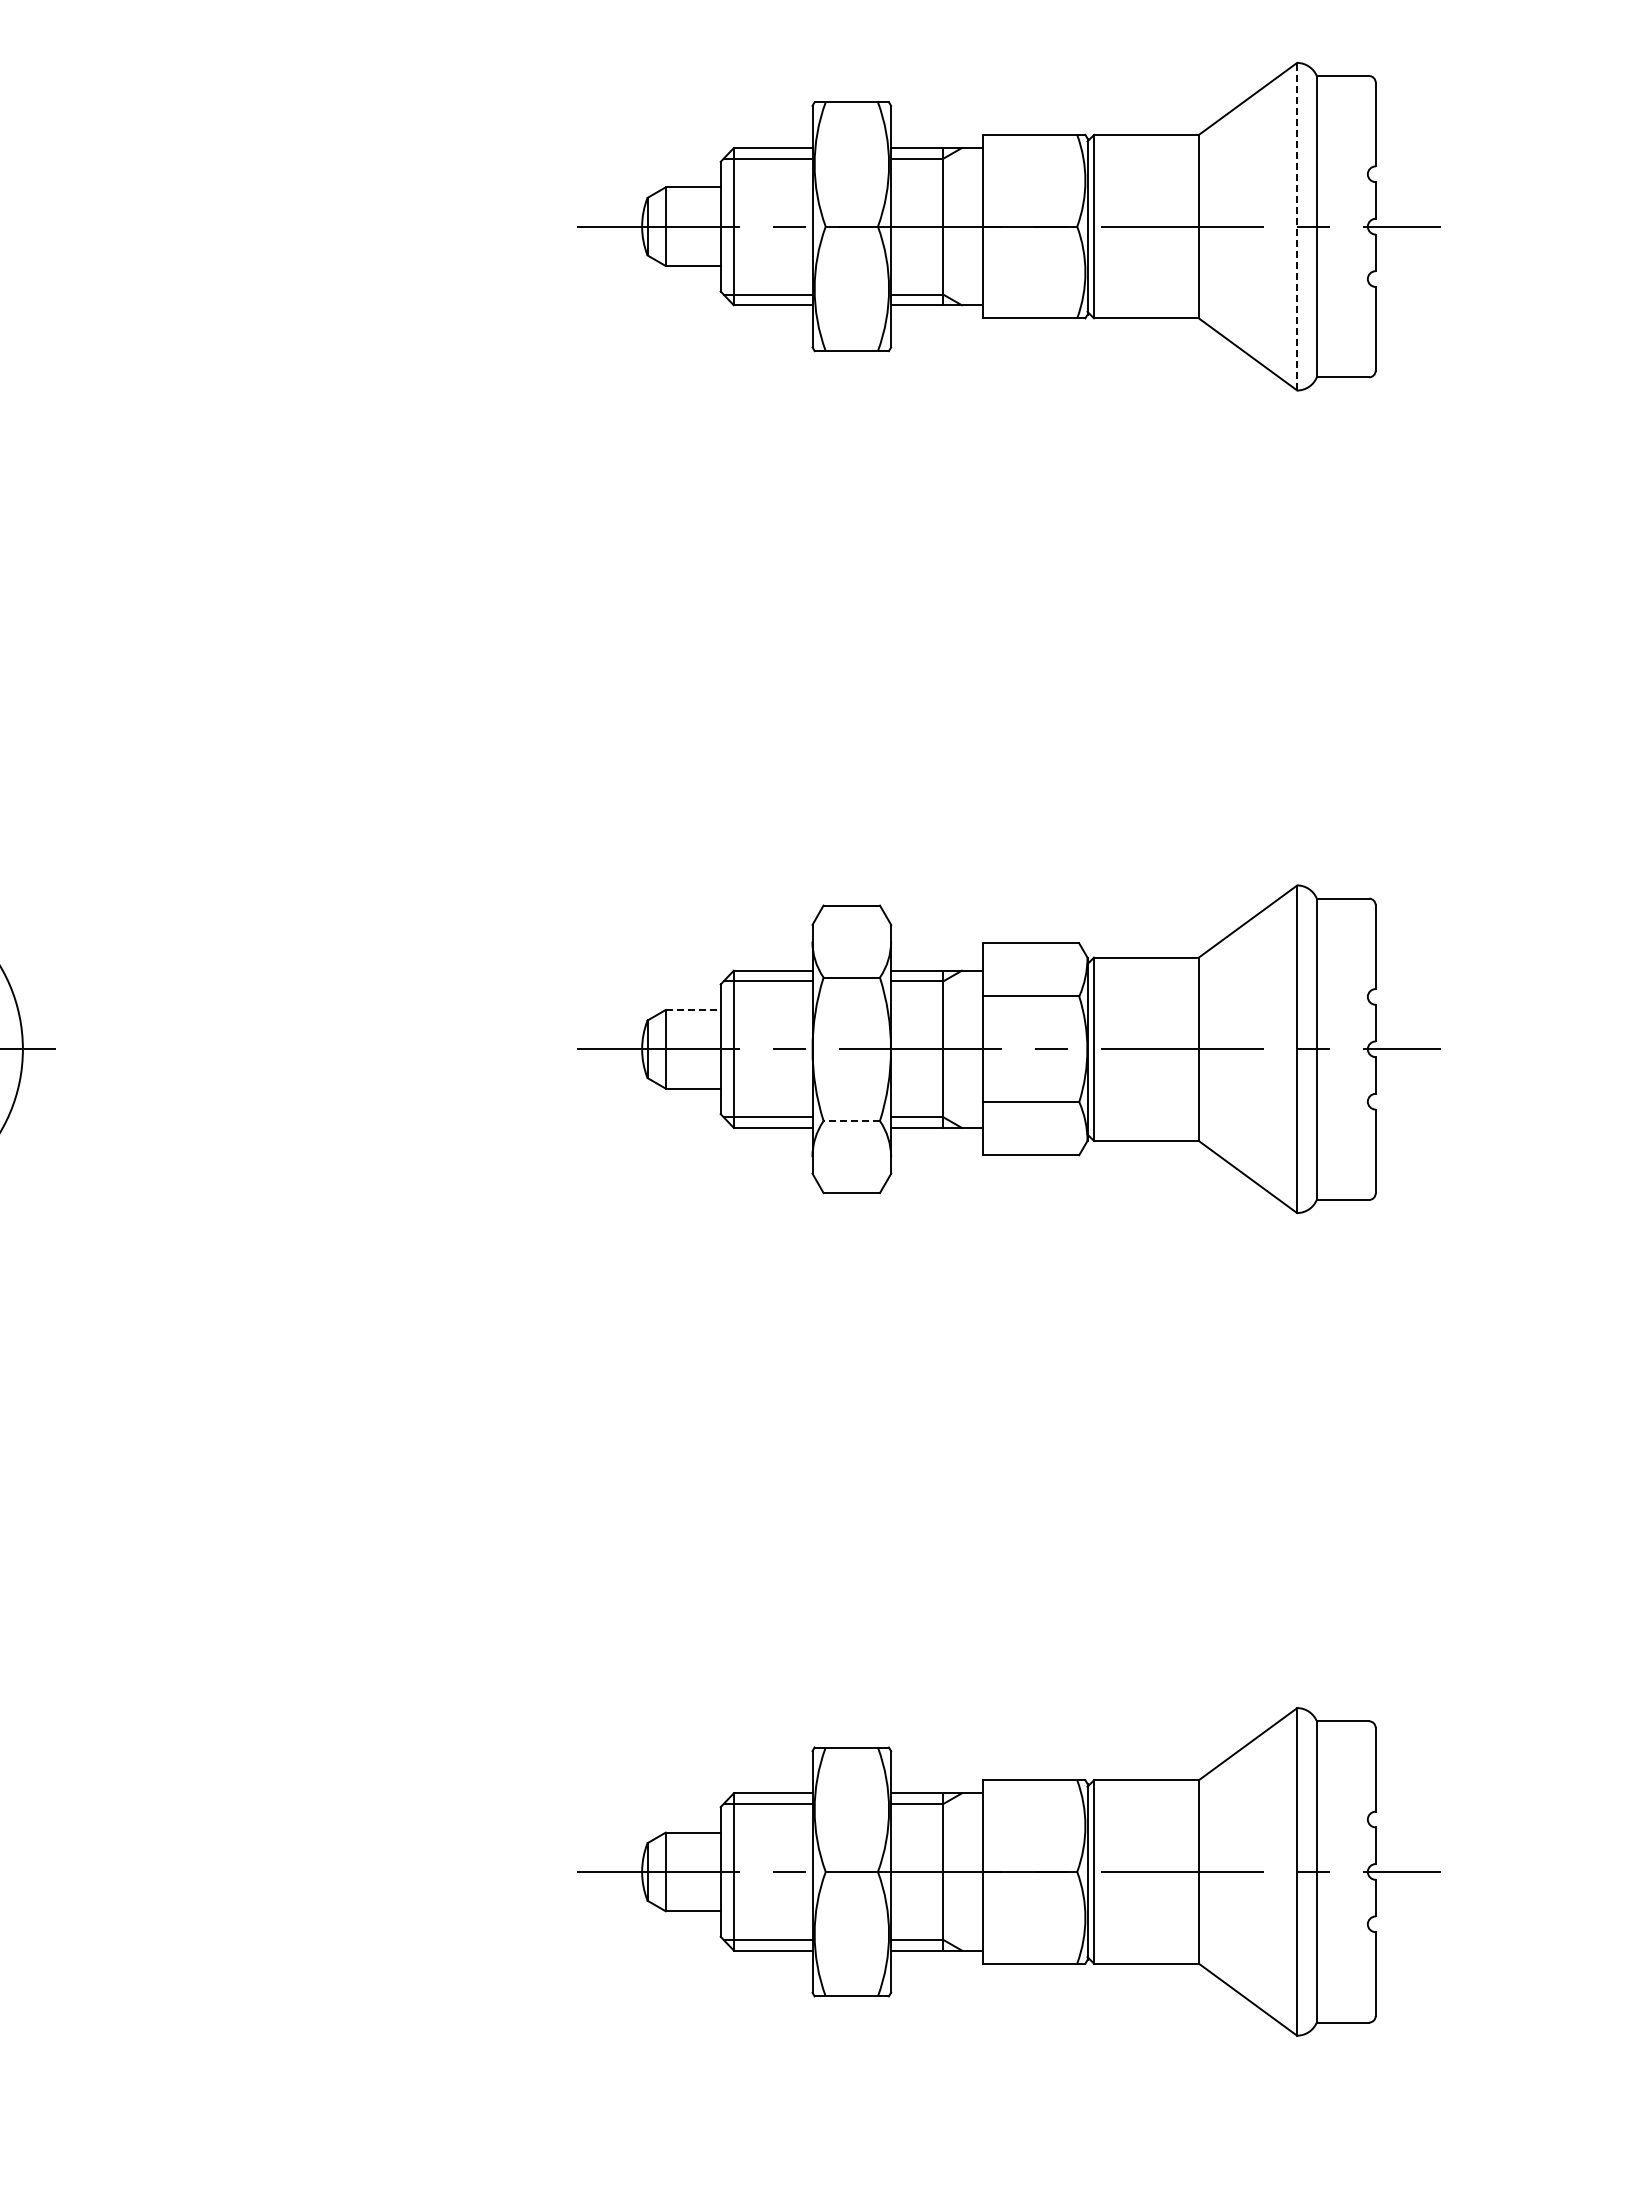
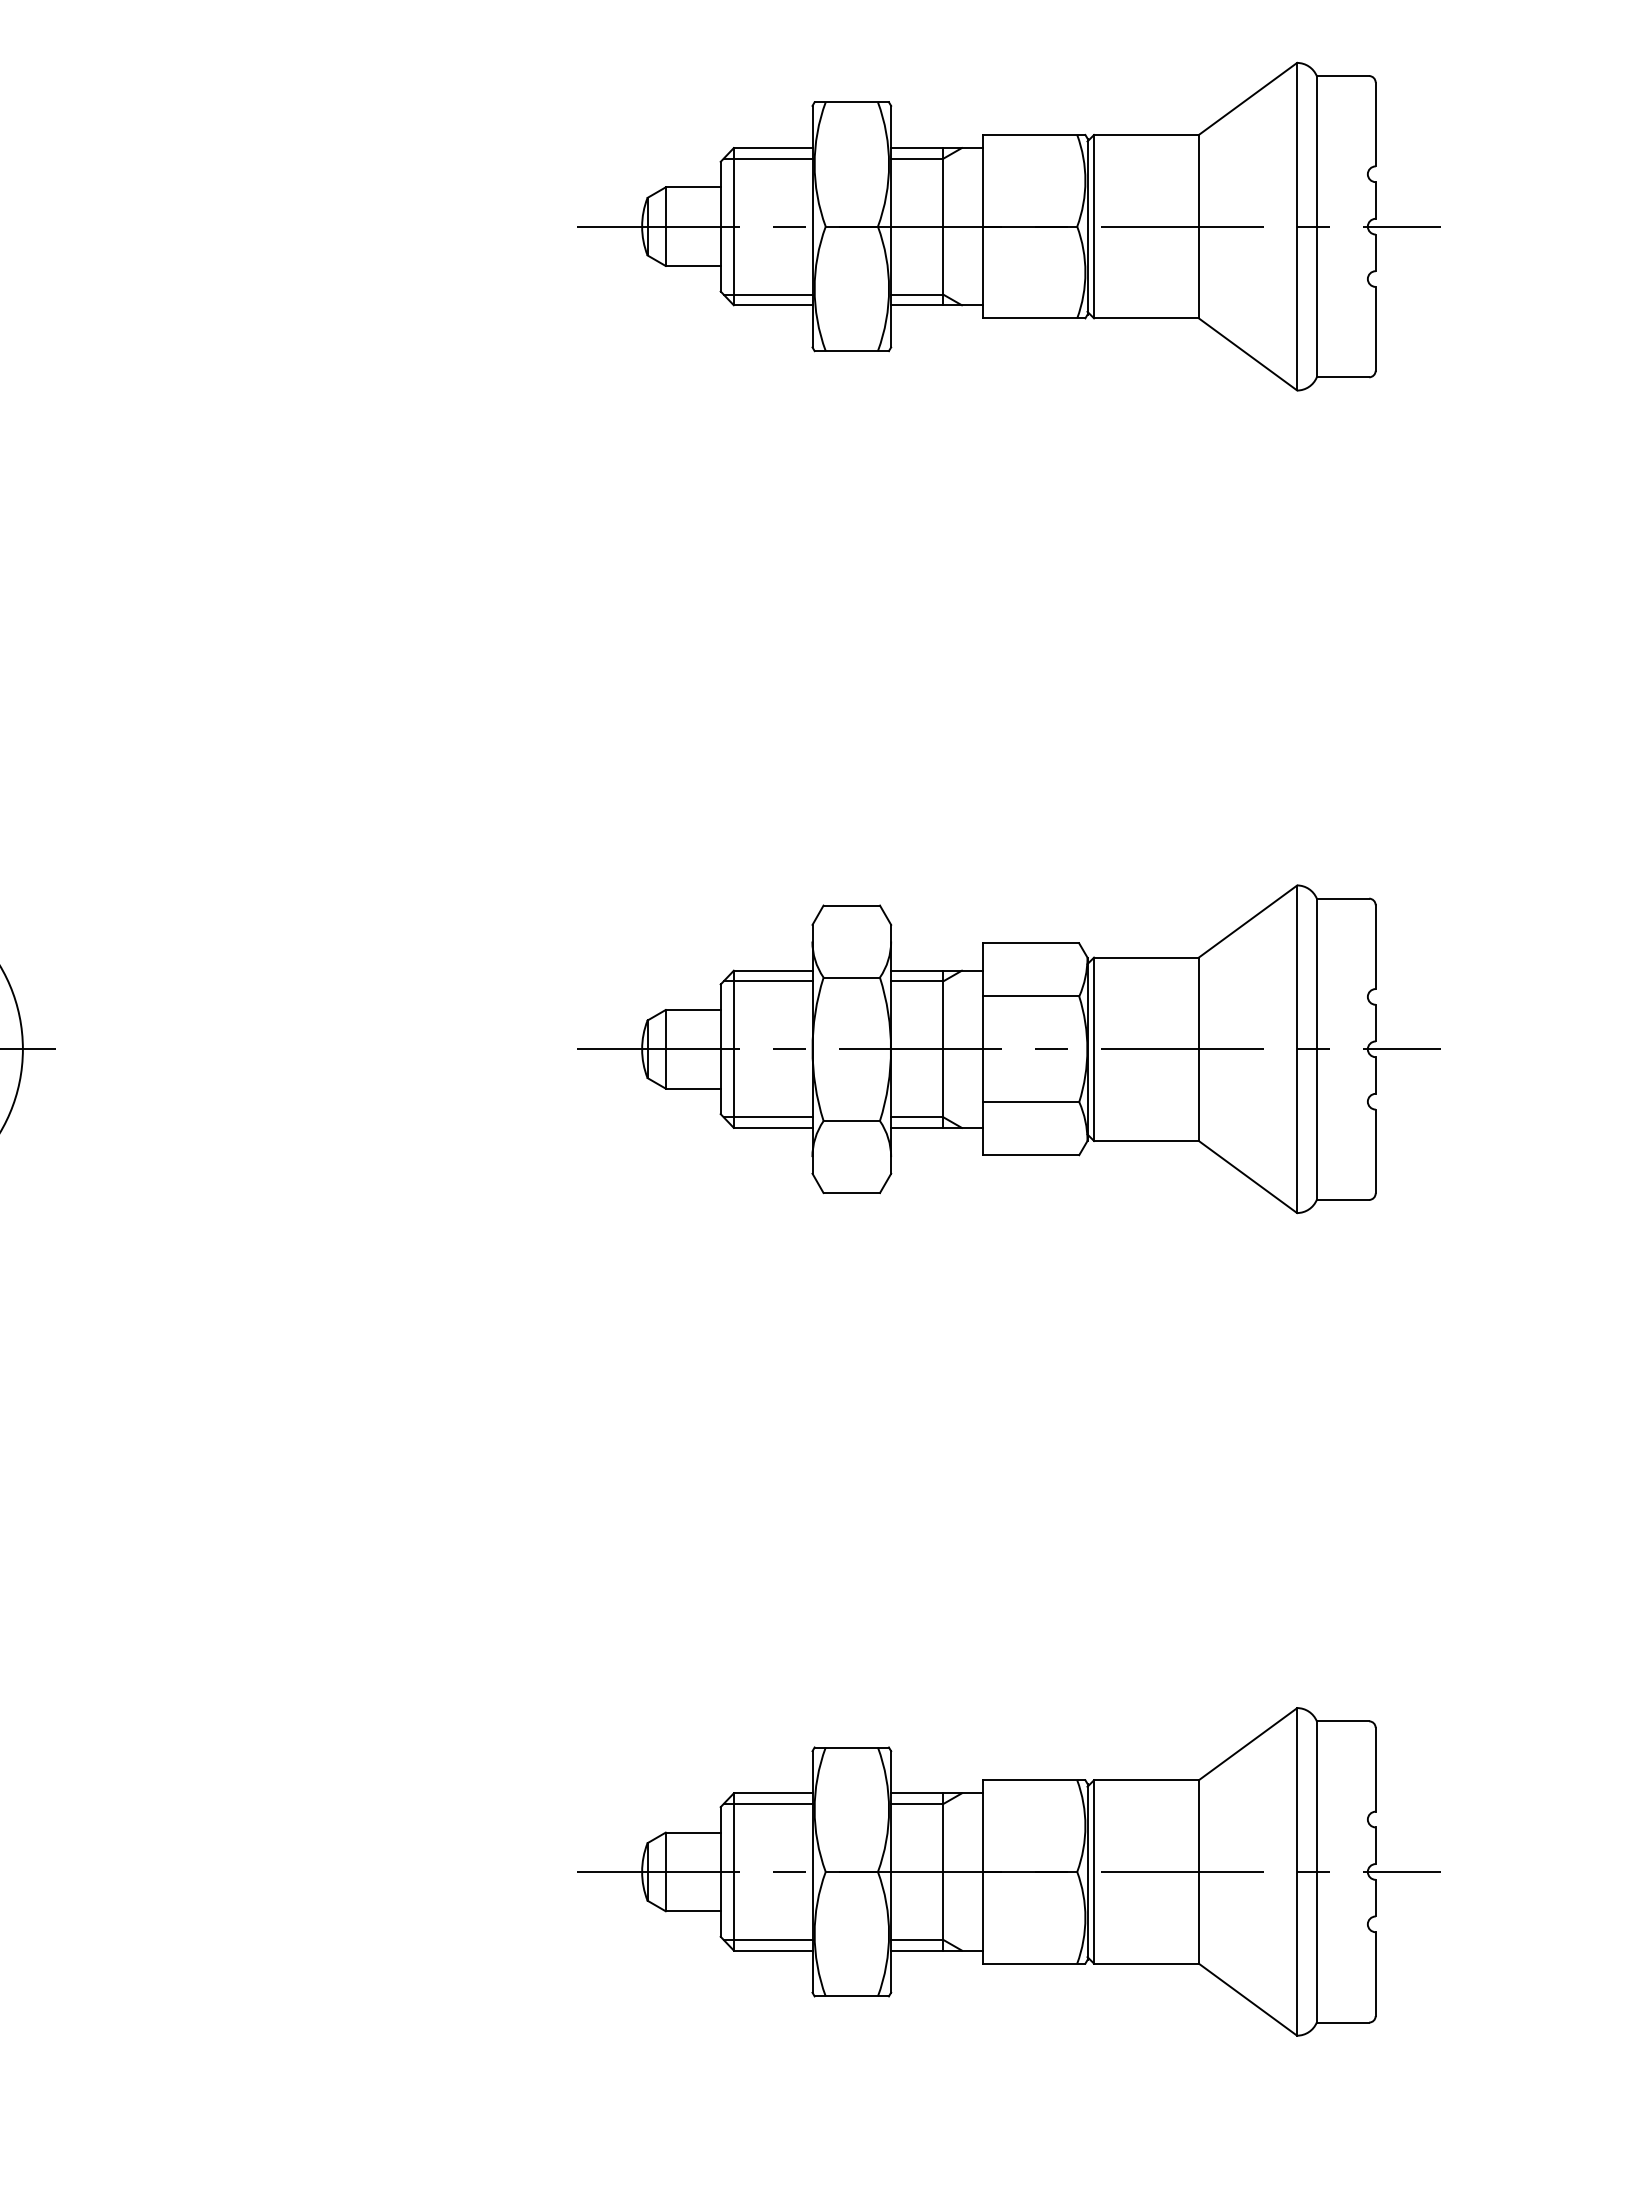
line at (1297, 226): dashed -> solid
line at (693, 1010): dashed -> solid
line at (851, 1121): dashed -> solid
